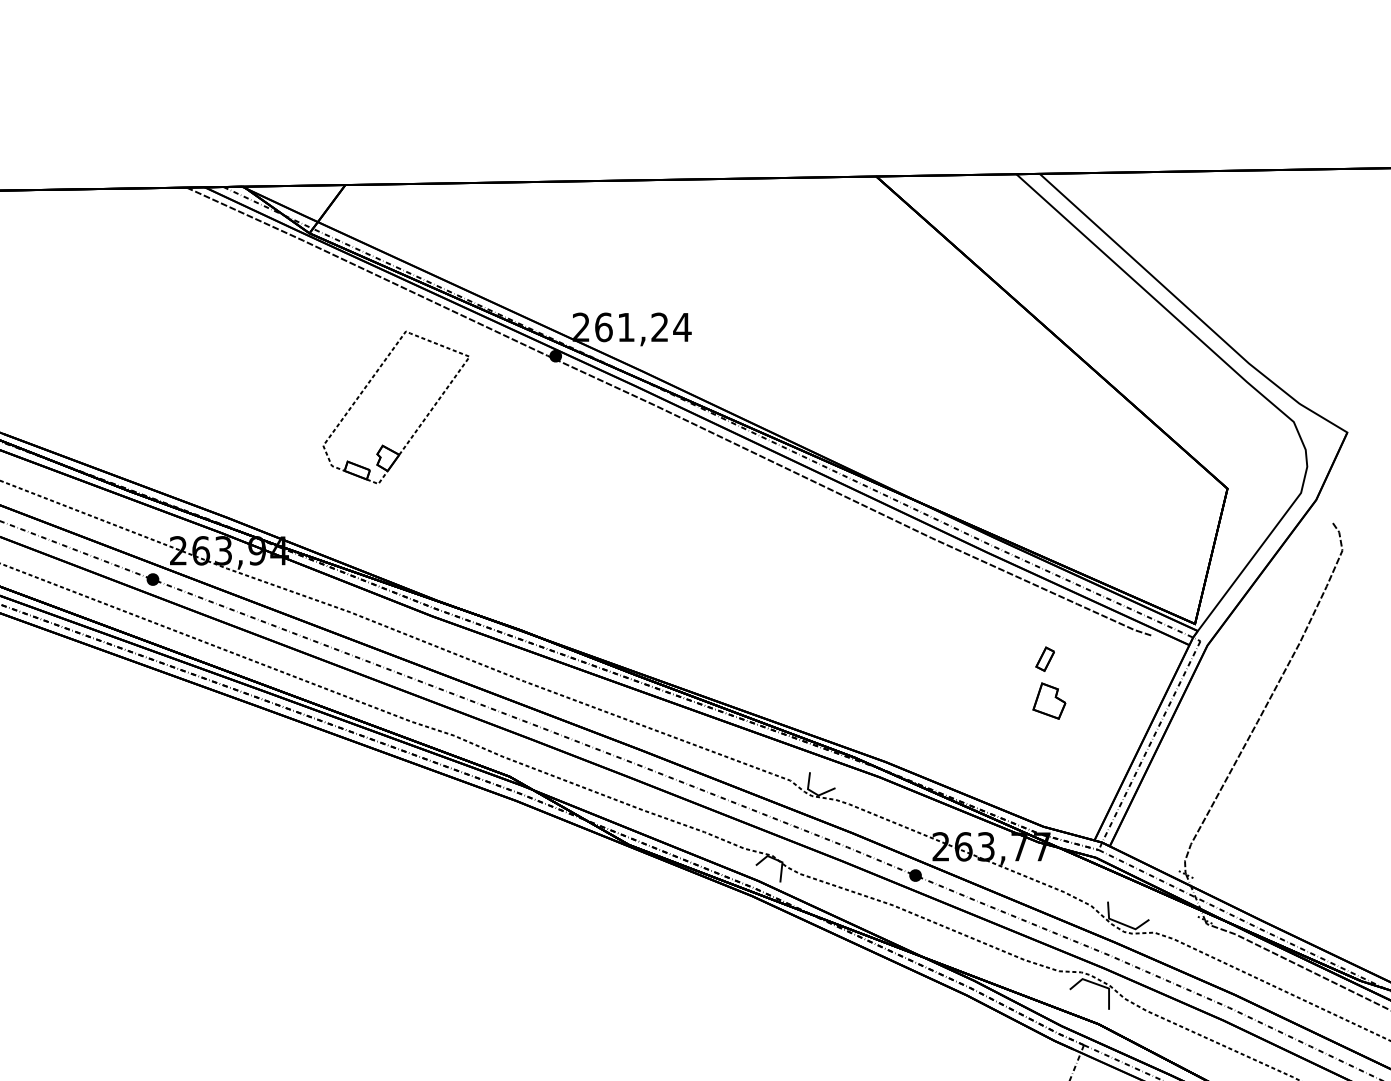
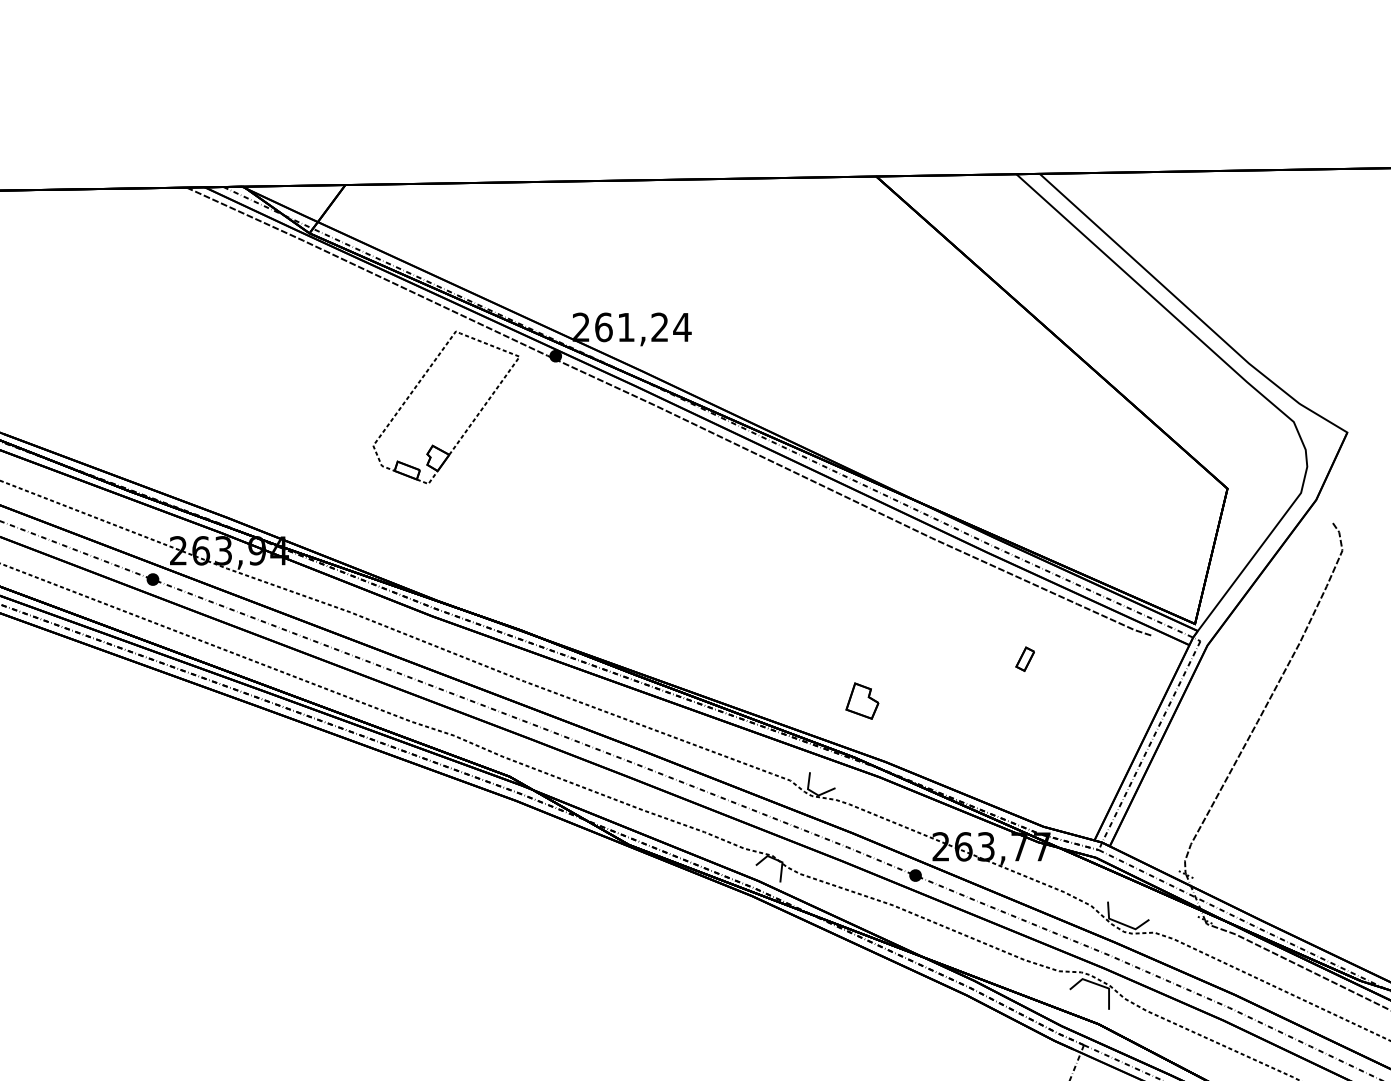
part at (419, 424) position: (419, 424) -> (469, 424)
part at (1044, 658) position: (1044, 658) -> (1024, 658)
part at (1049, 700) position: (1049, 700) -> (862, 700)
